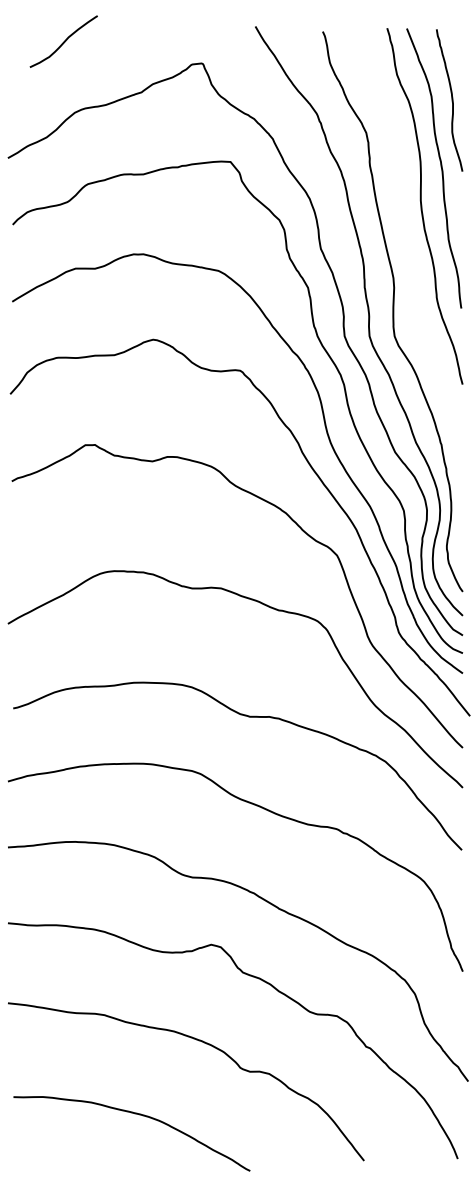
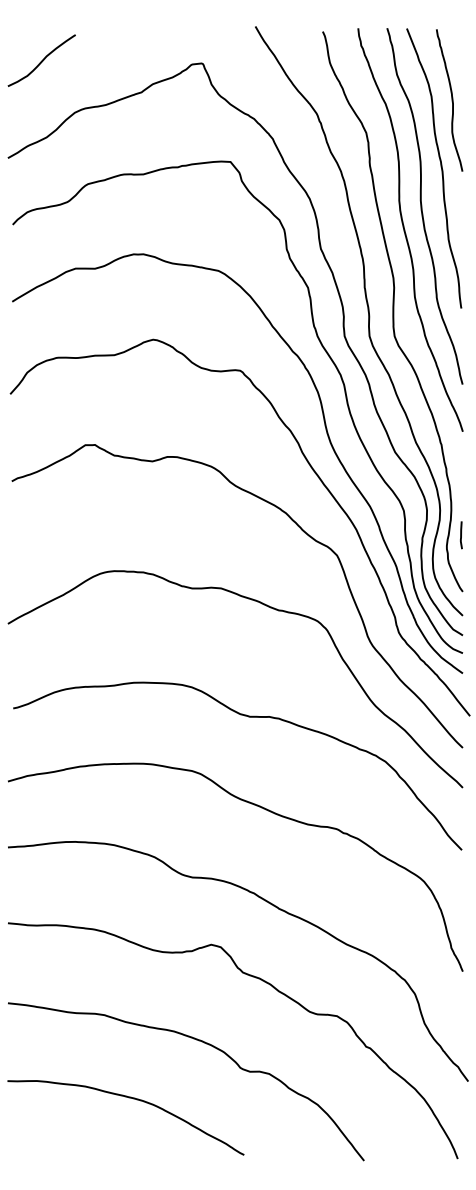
curve at (63, 41) position: (63, 41) -> (41, 60)
curve at (405, 229): none -> present
line at (461, 535): none -> present
curve at (134, 1114) position: (134, 1114) -> (128, 1098)
